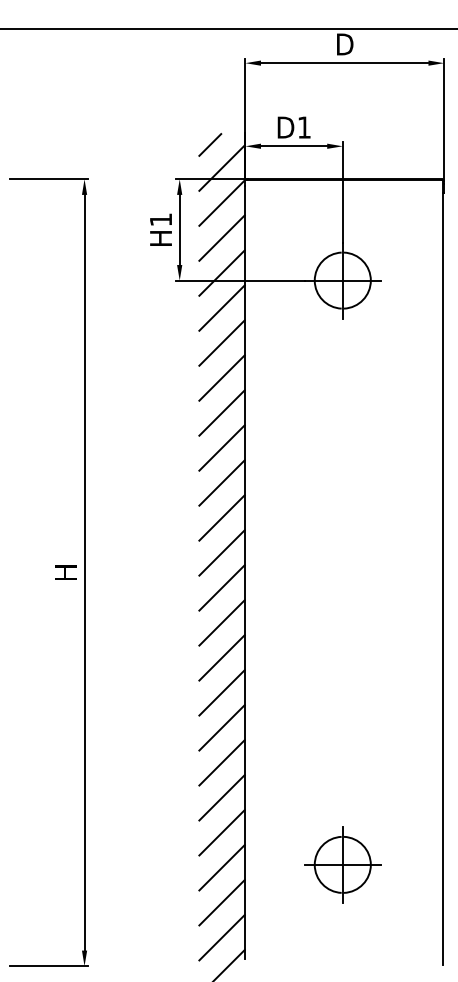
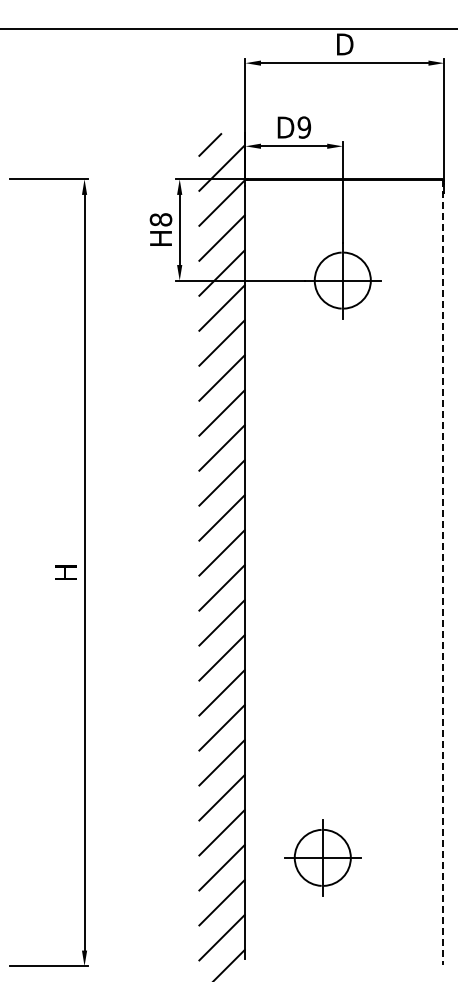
text at (304, 127): D1 -> D9
text at (160, 219): H1 -> H8
line at (443, 572): solid -> dashed
part at (342, 864) position: (342, 864) -> (322, 857)
